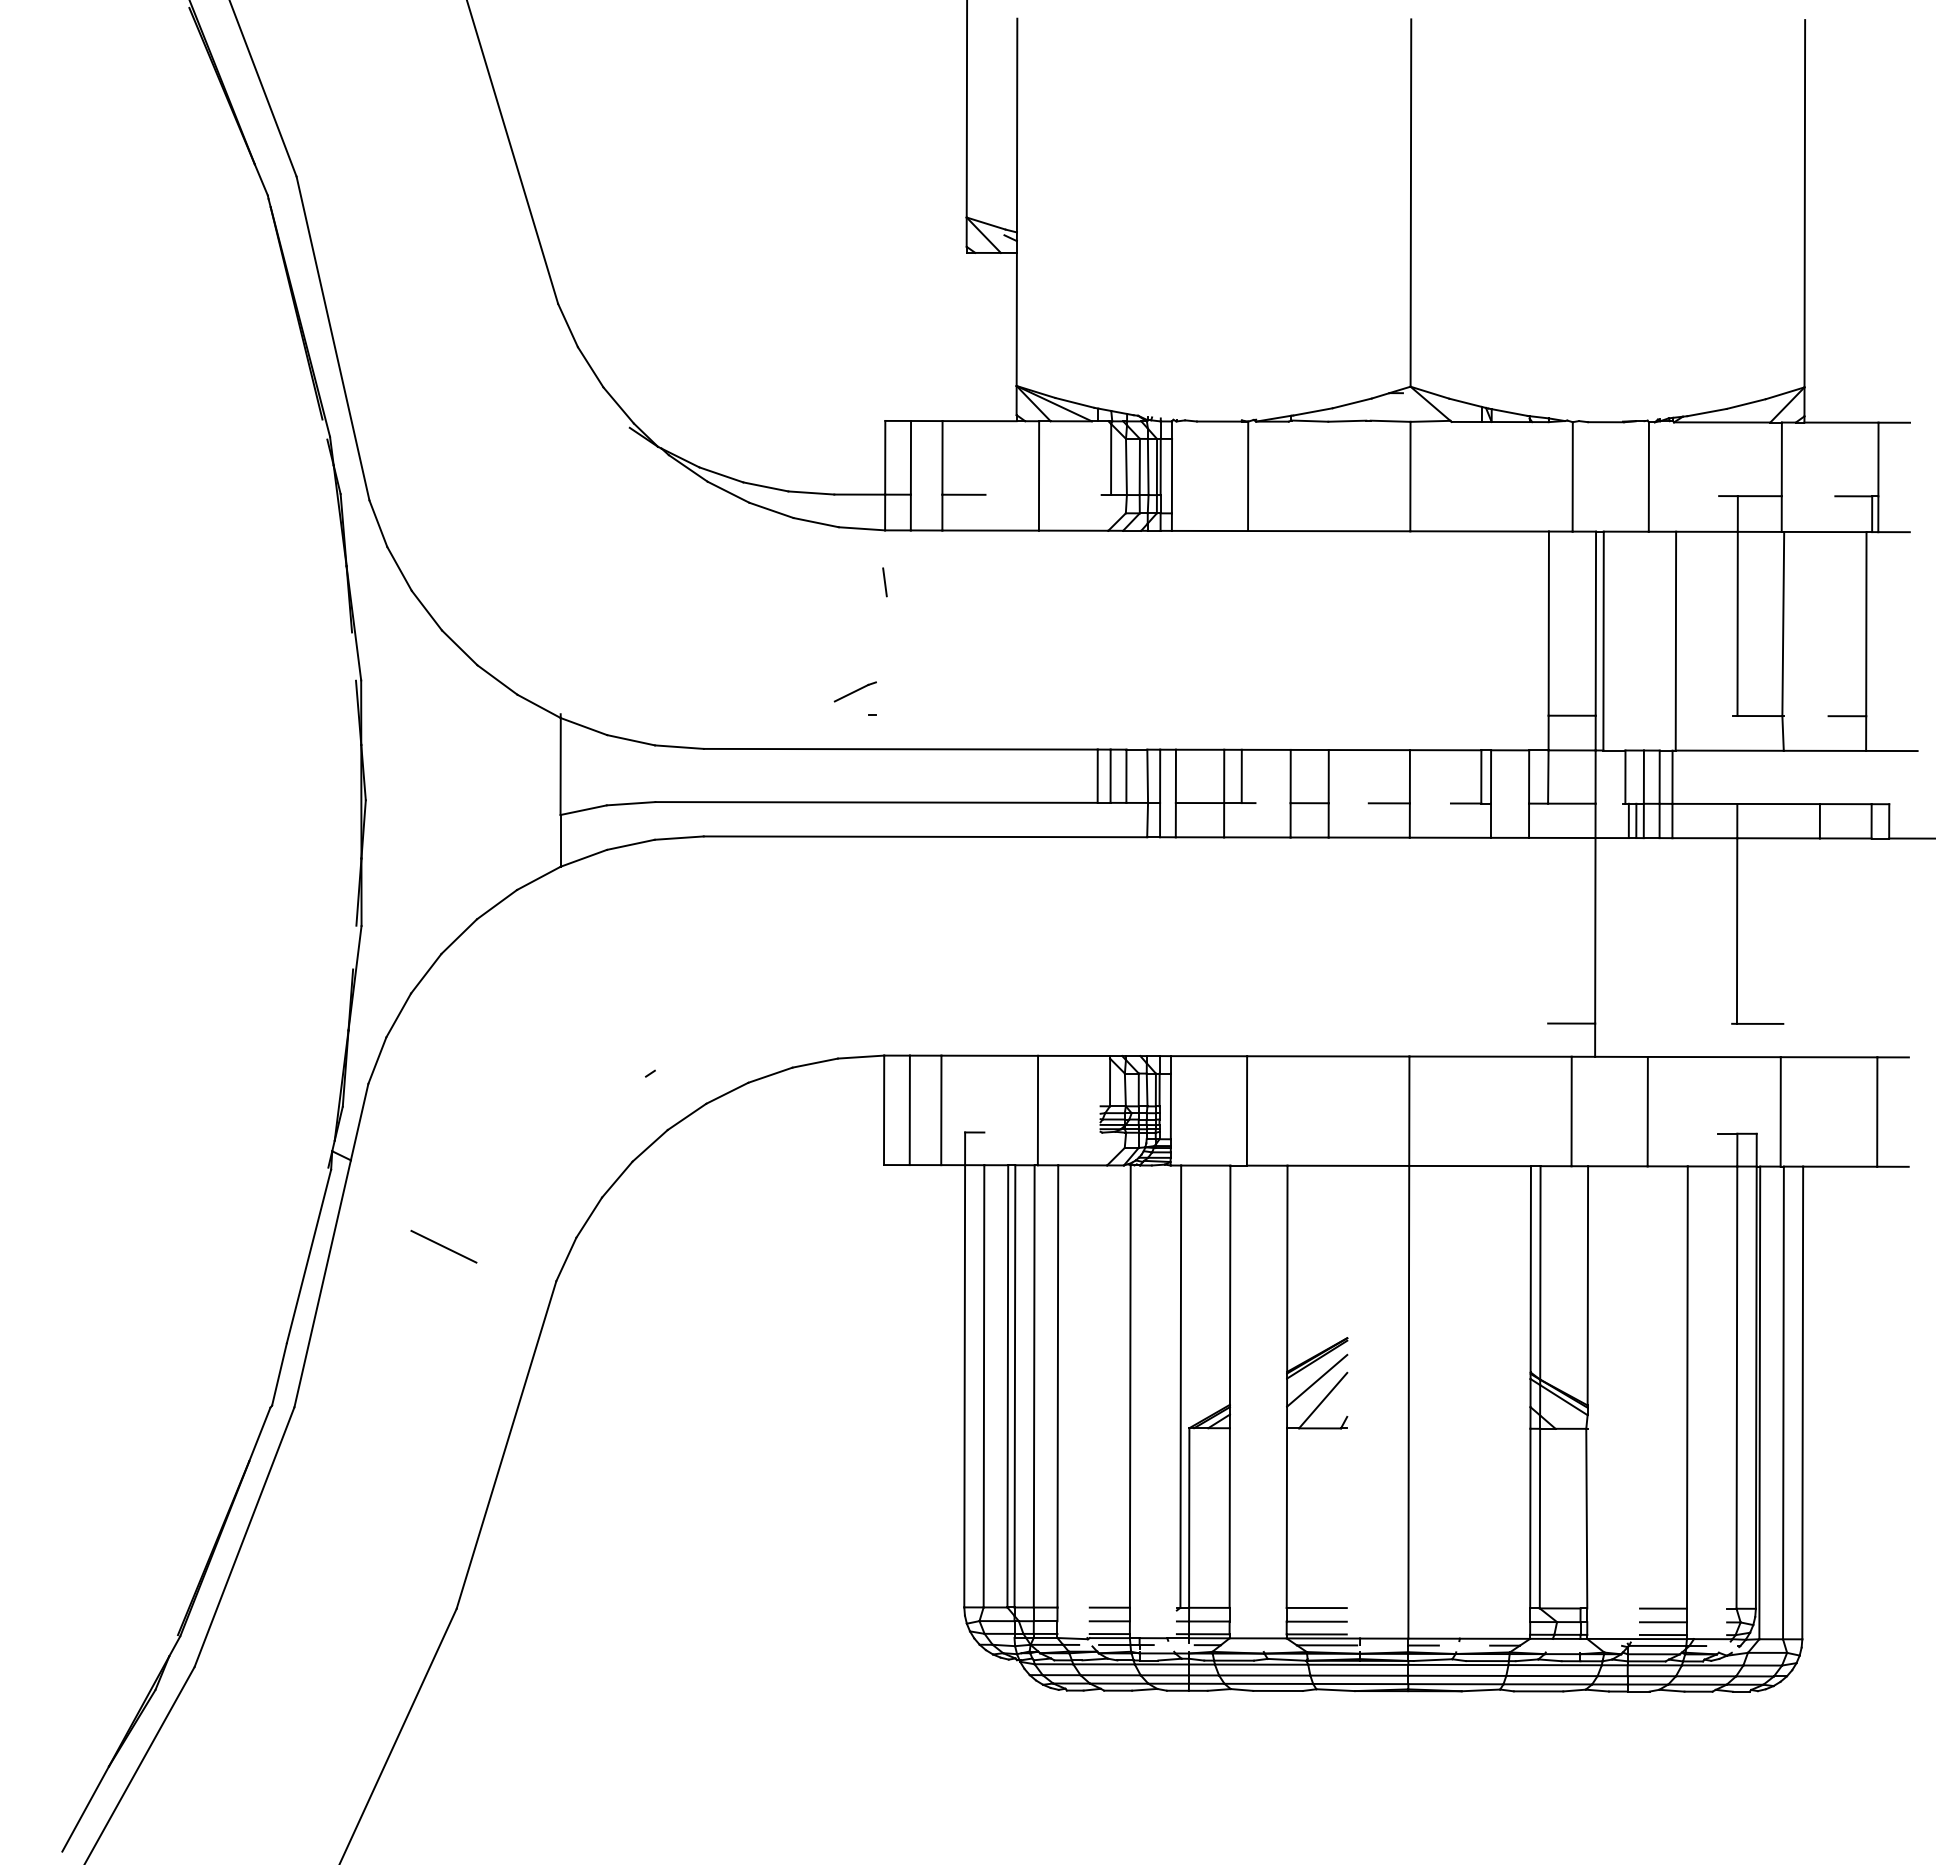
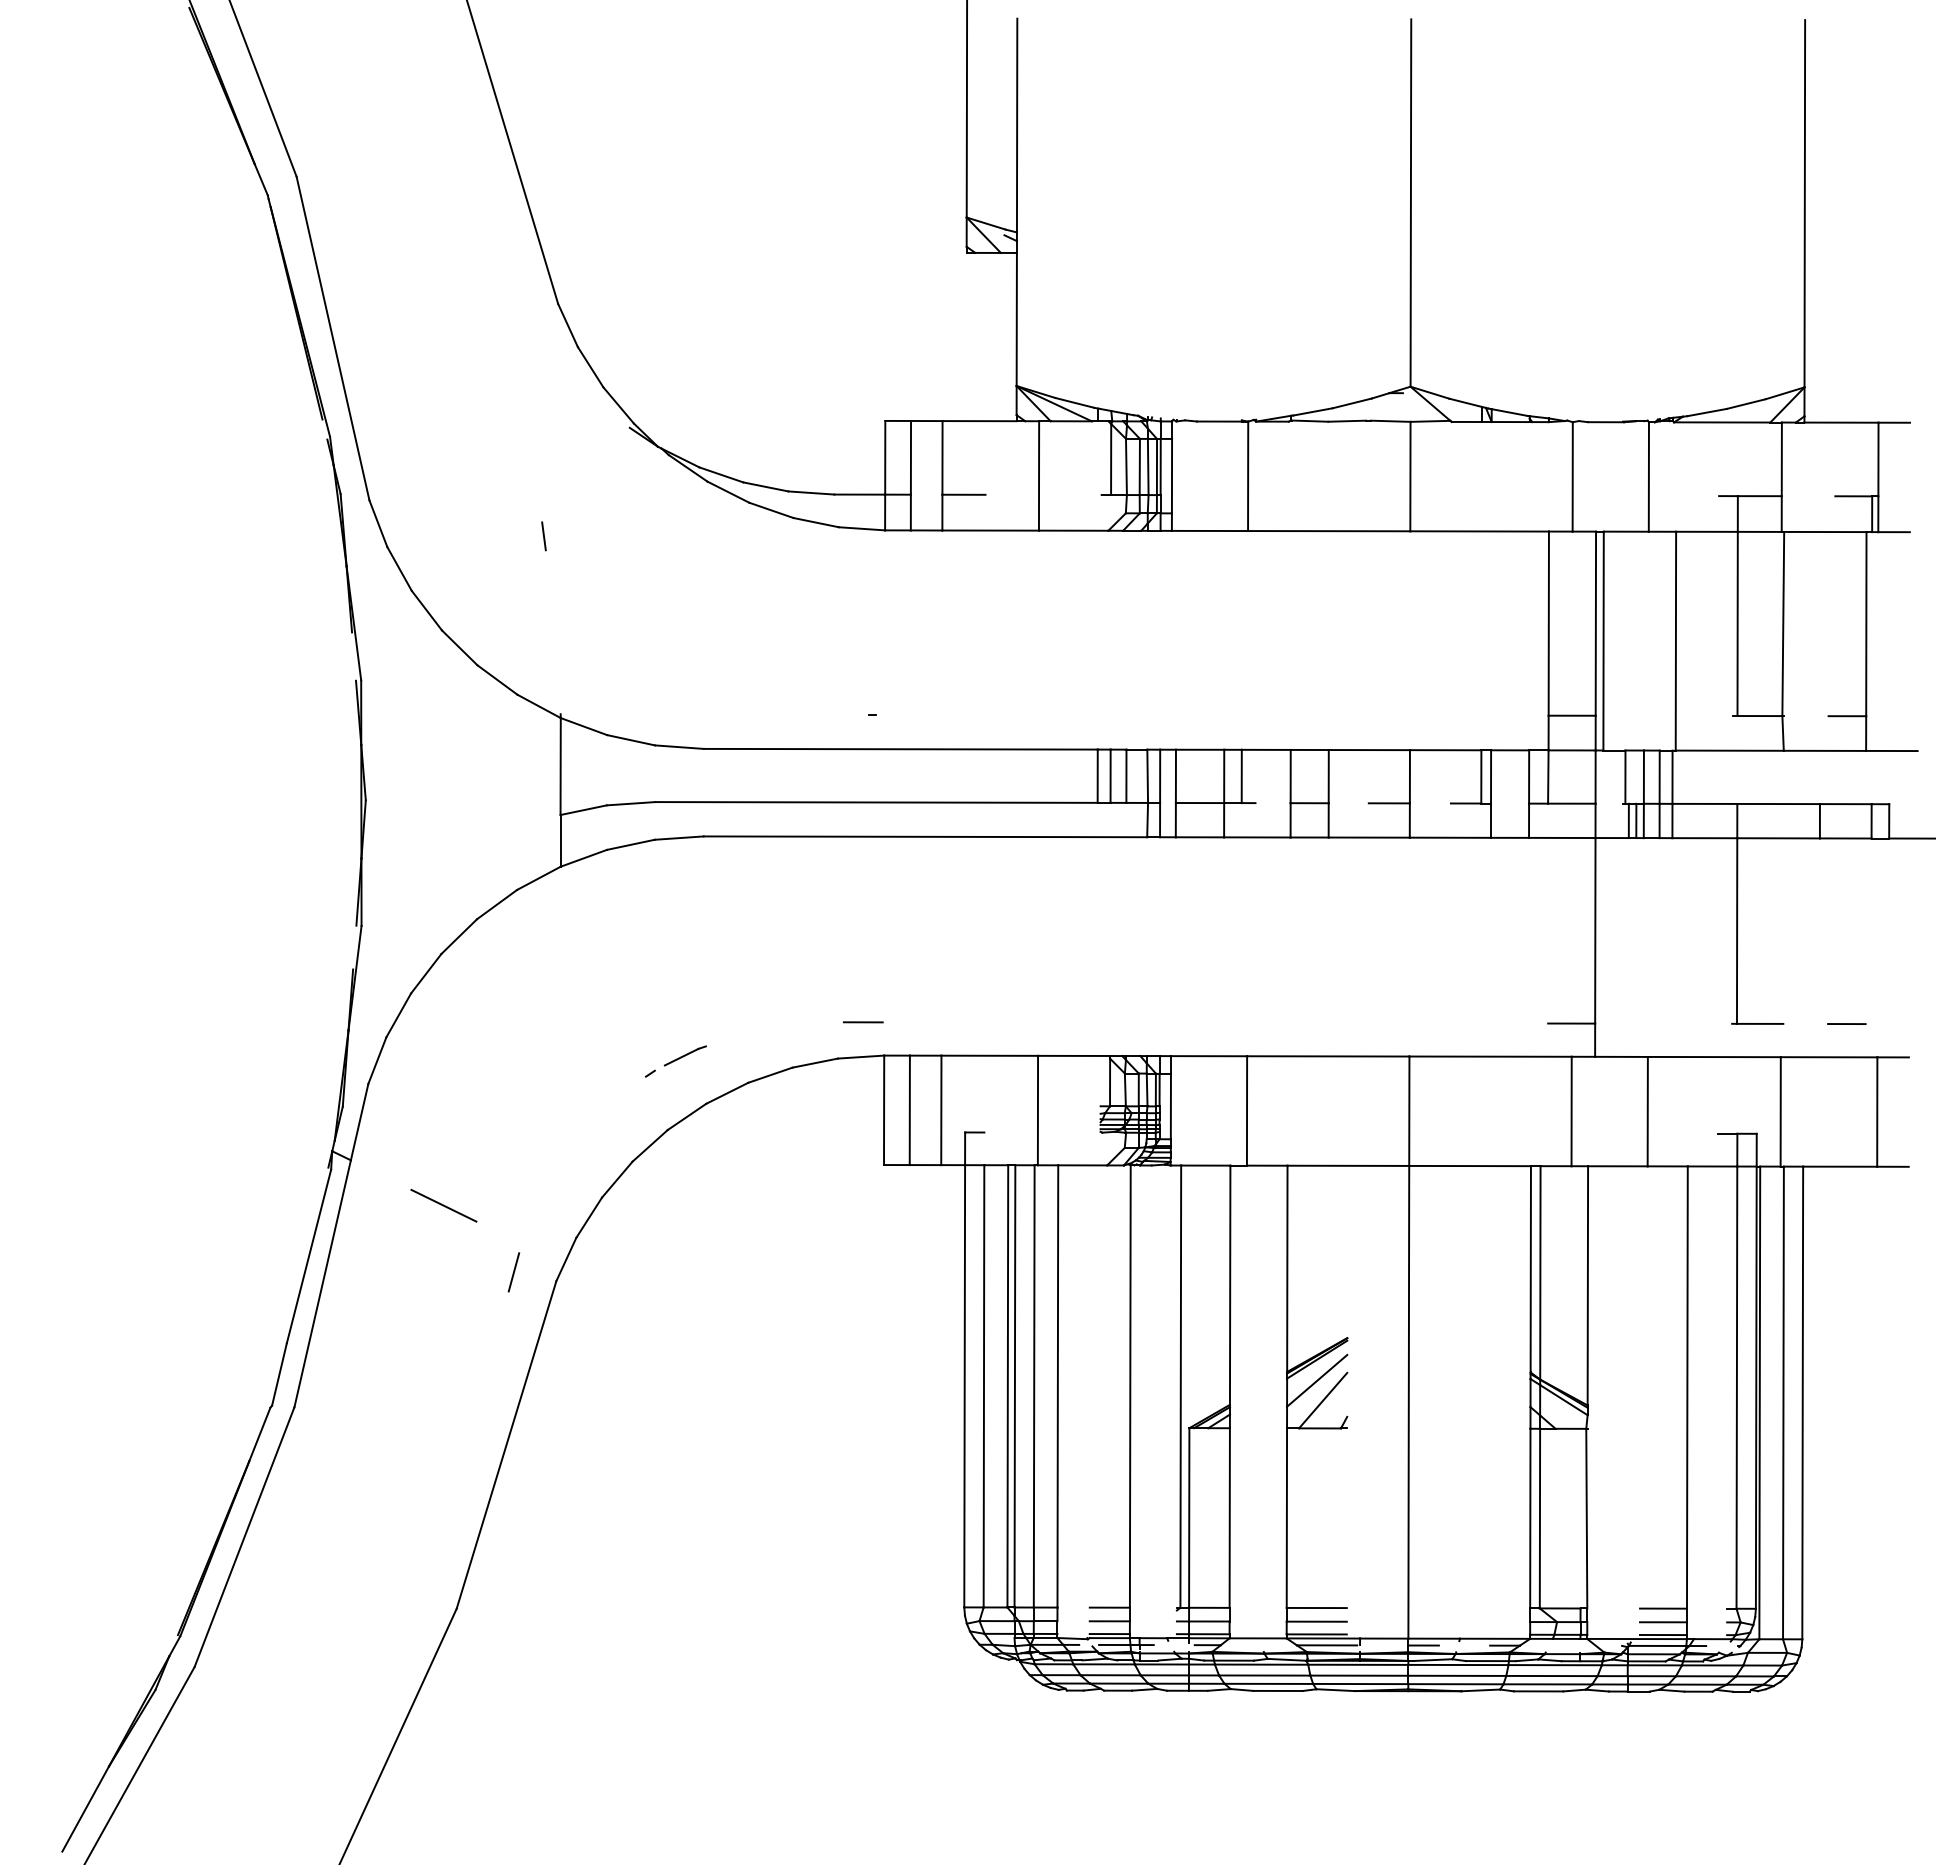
line at (884, 582) position: (884, 582) -> (543, 536)
line at (854, 691) position: (854, 691) -> (684, 1055)
line at (862, 1022): none -> present
line at (1846, 1024): none -> present
line at (443, 1246) position: (443, 1246) -> (443, 1205)
line at (513, 1272): none -> present
